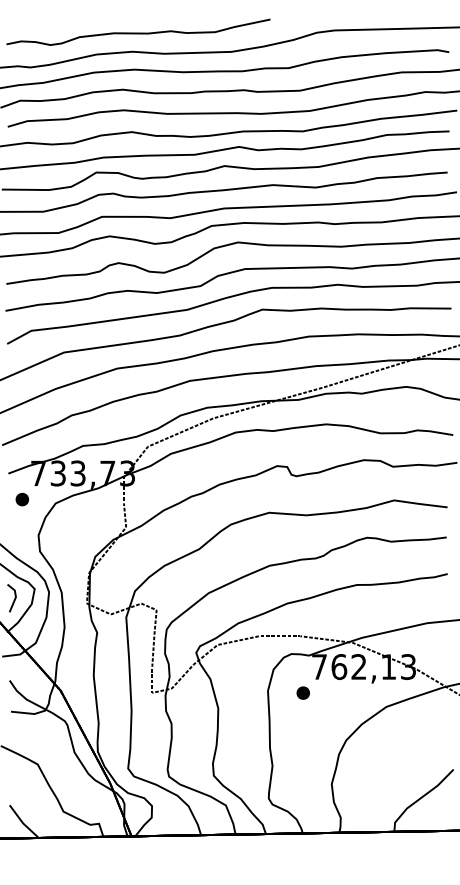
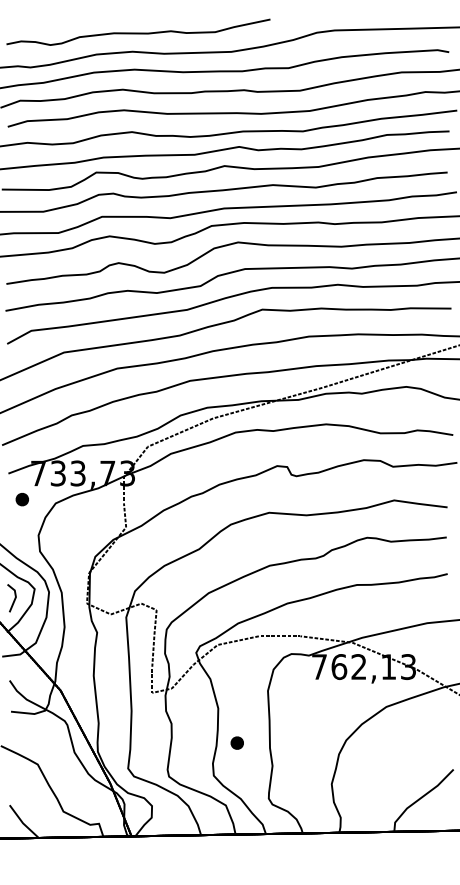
part at (302, 692) position: (302, 692) -> (236, 742)
